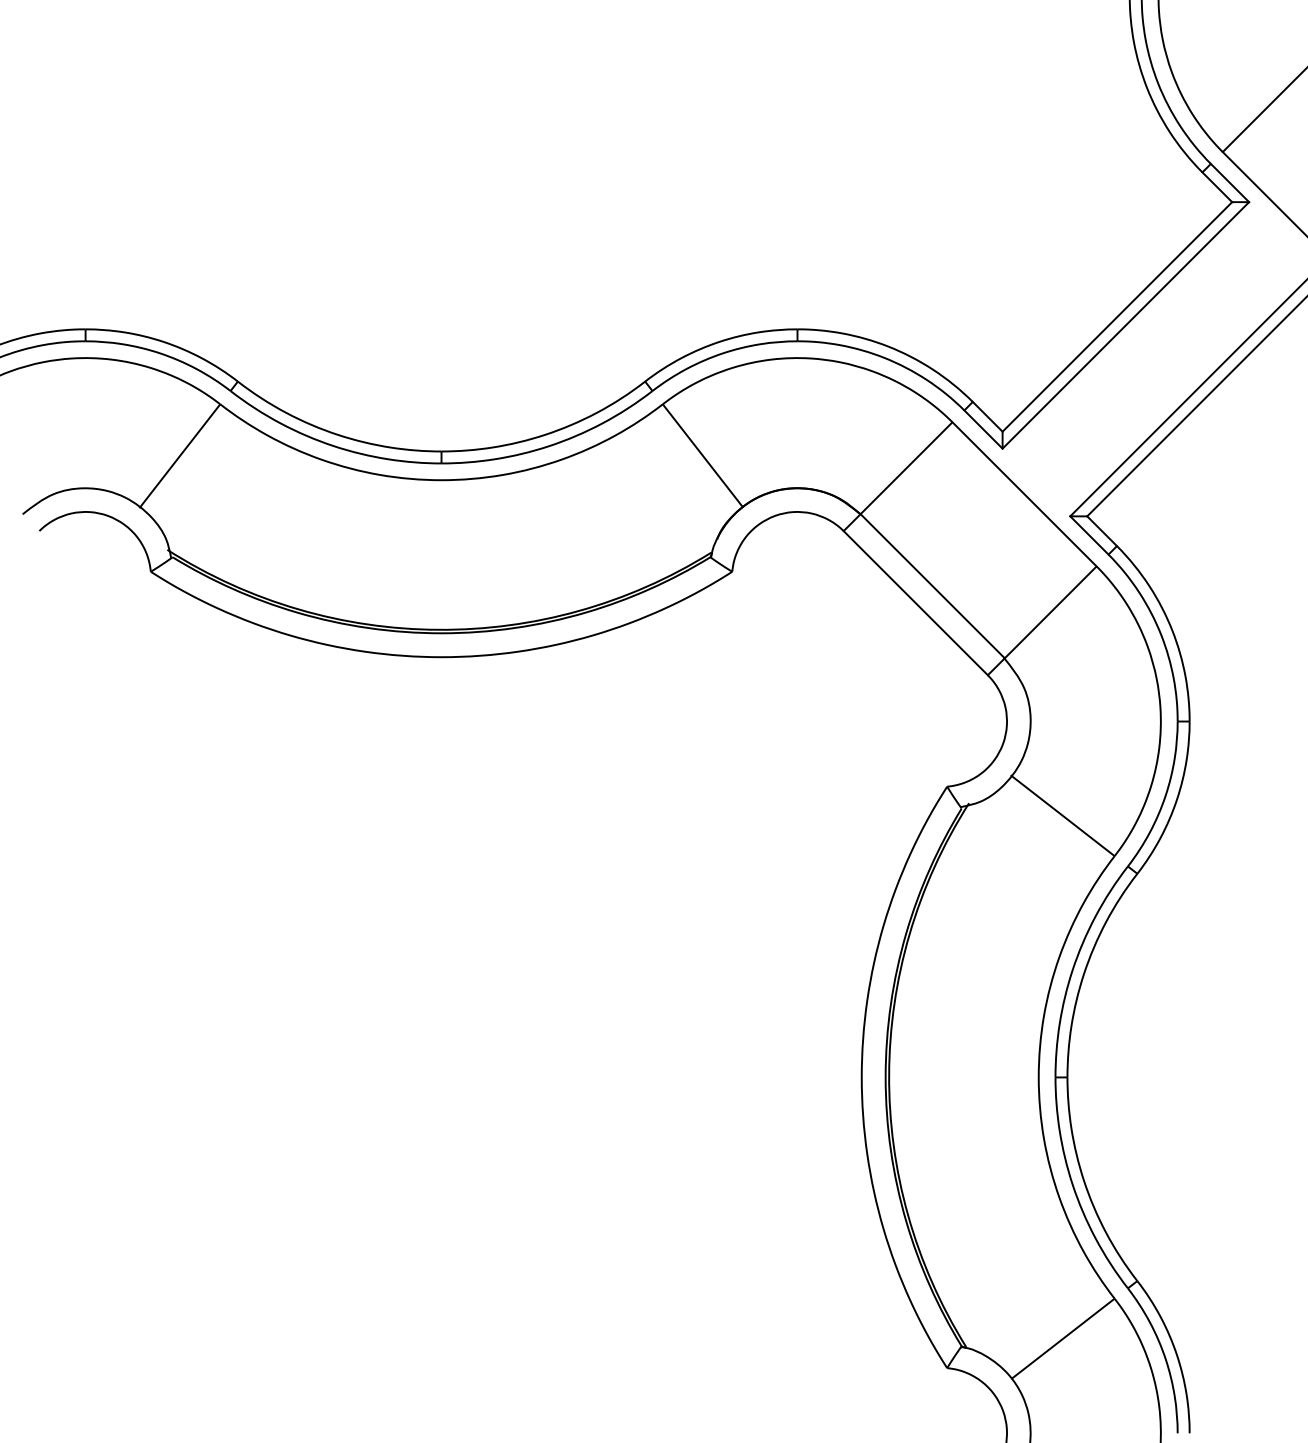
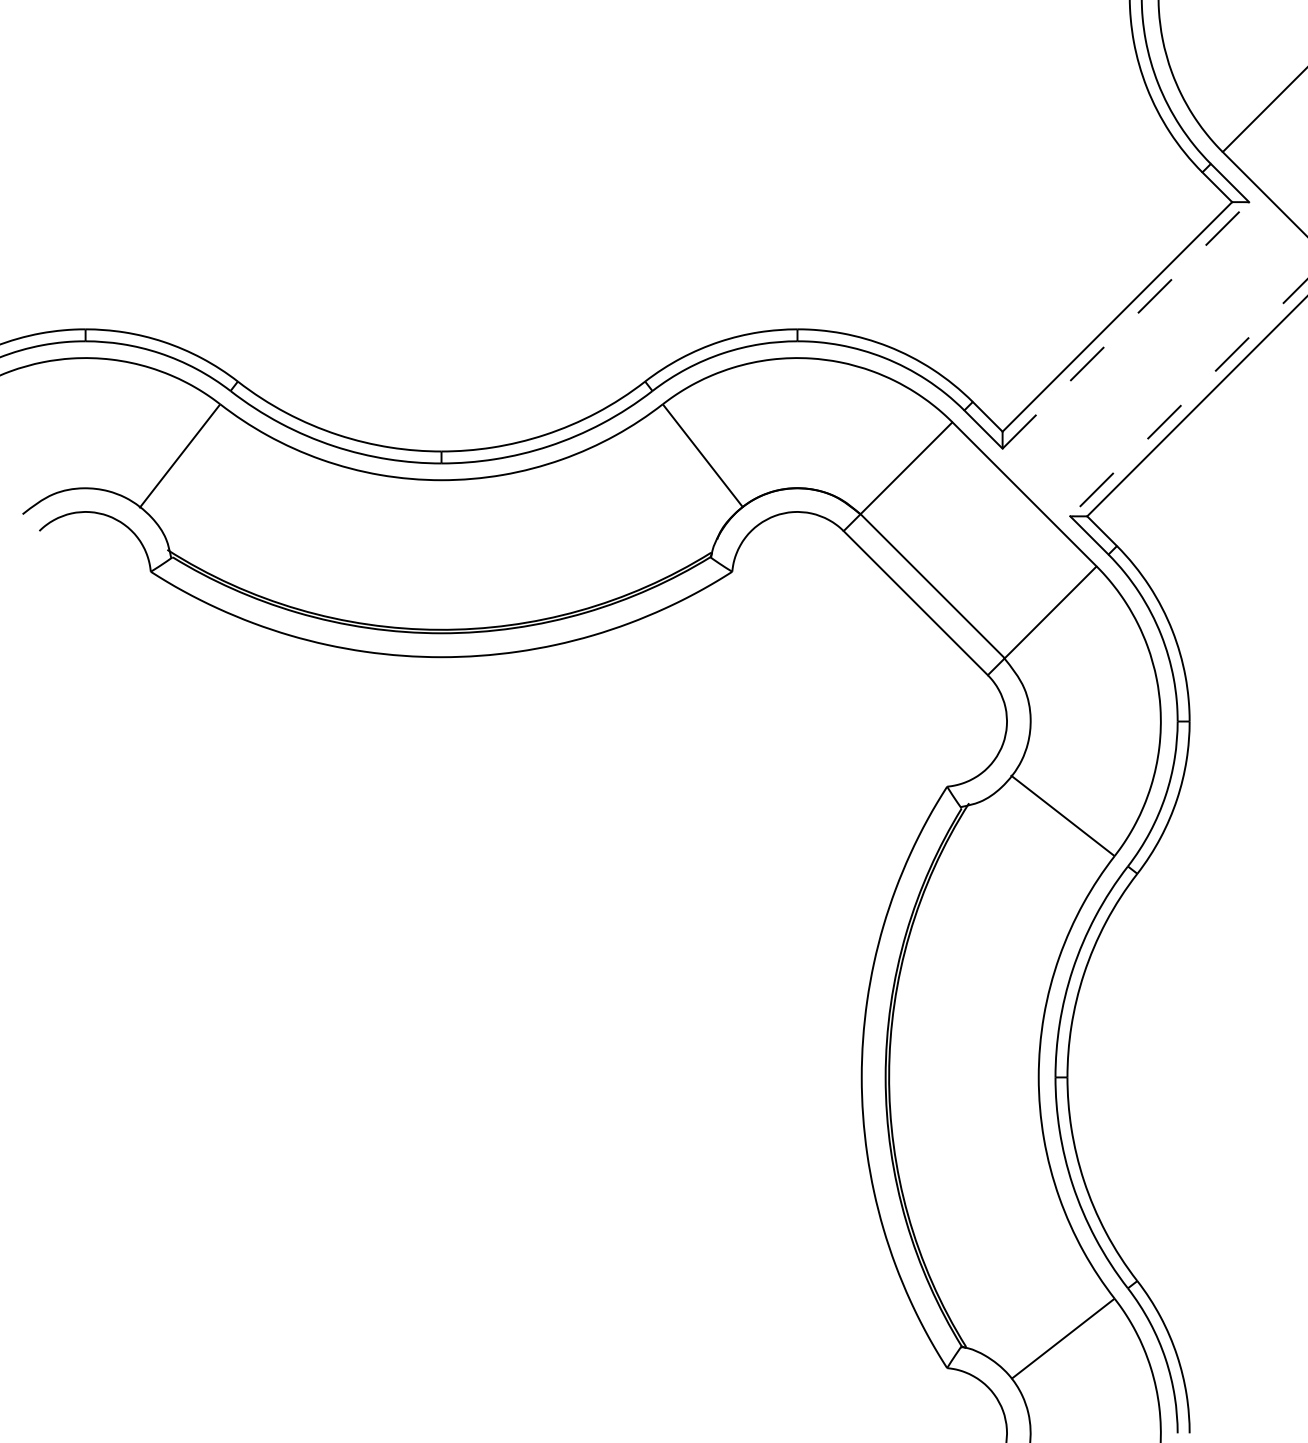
line at (1126, 325): solid -> dashed
line at (1188, 397): solid -> dashed
